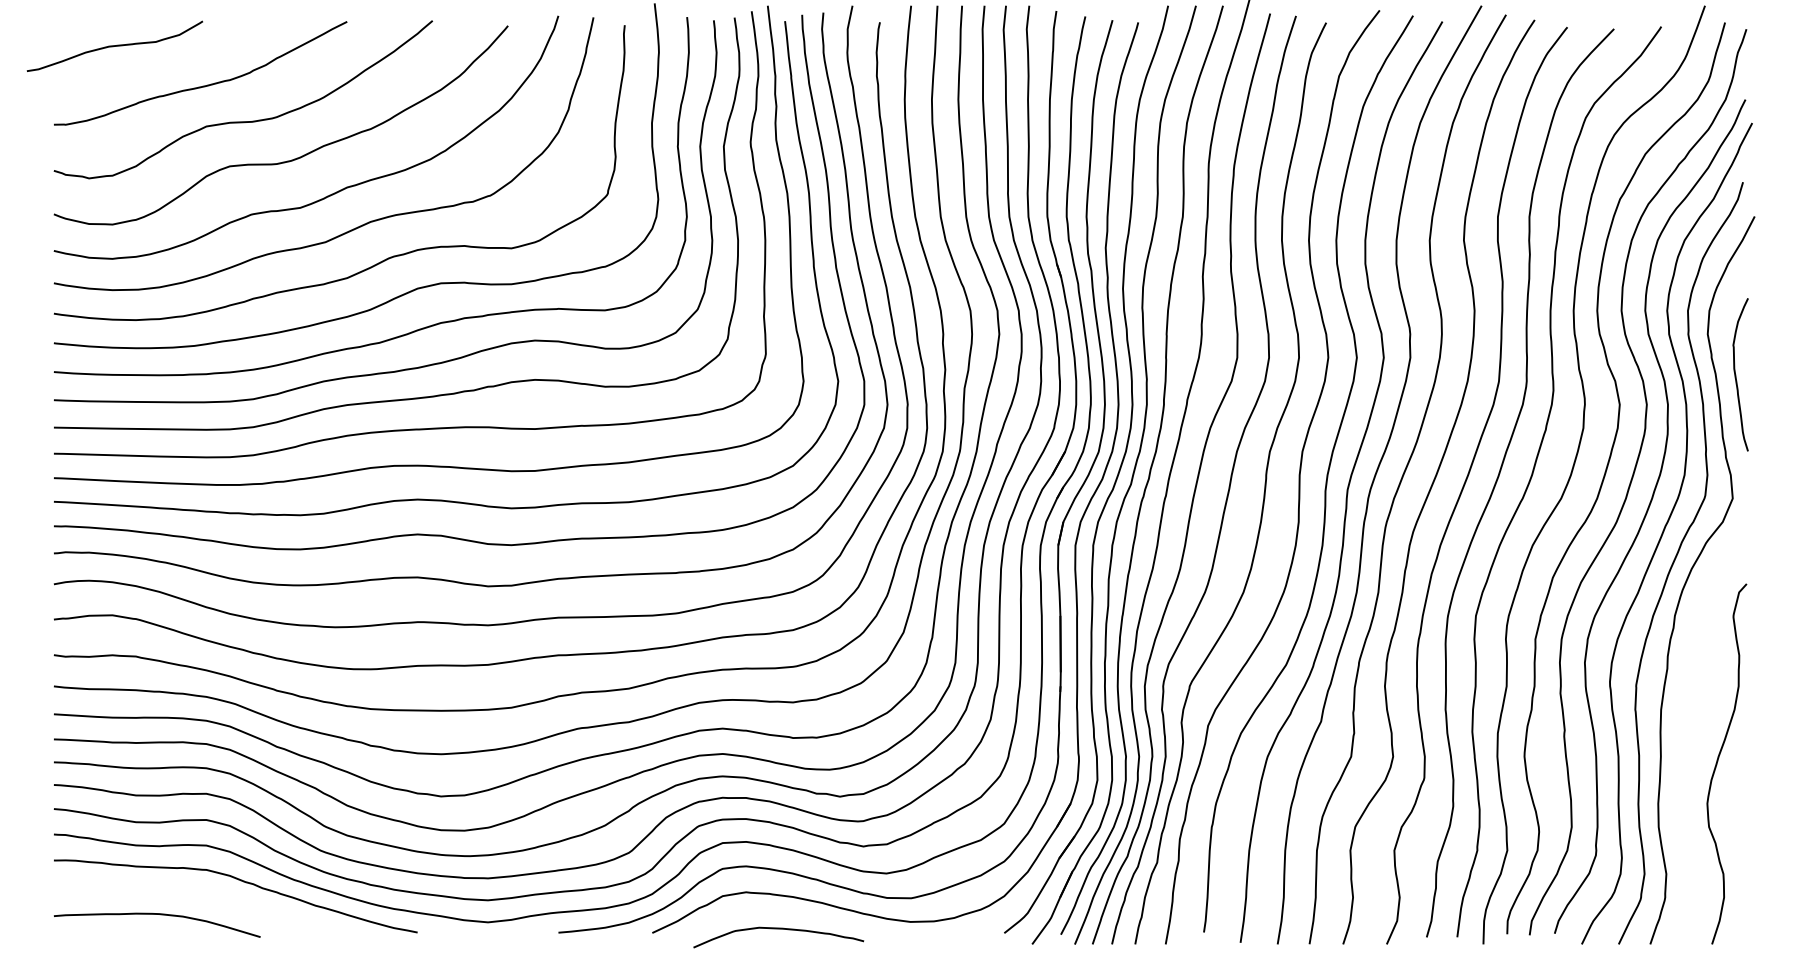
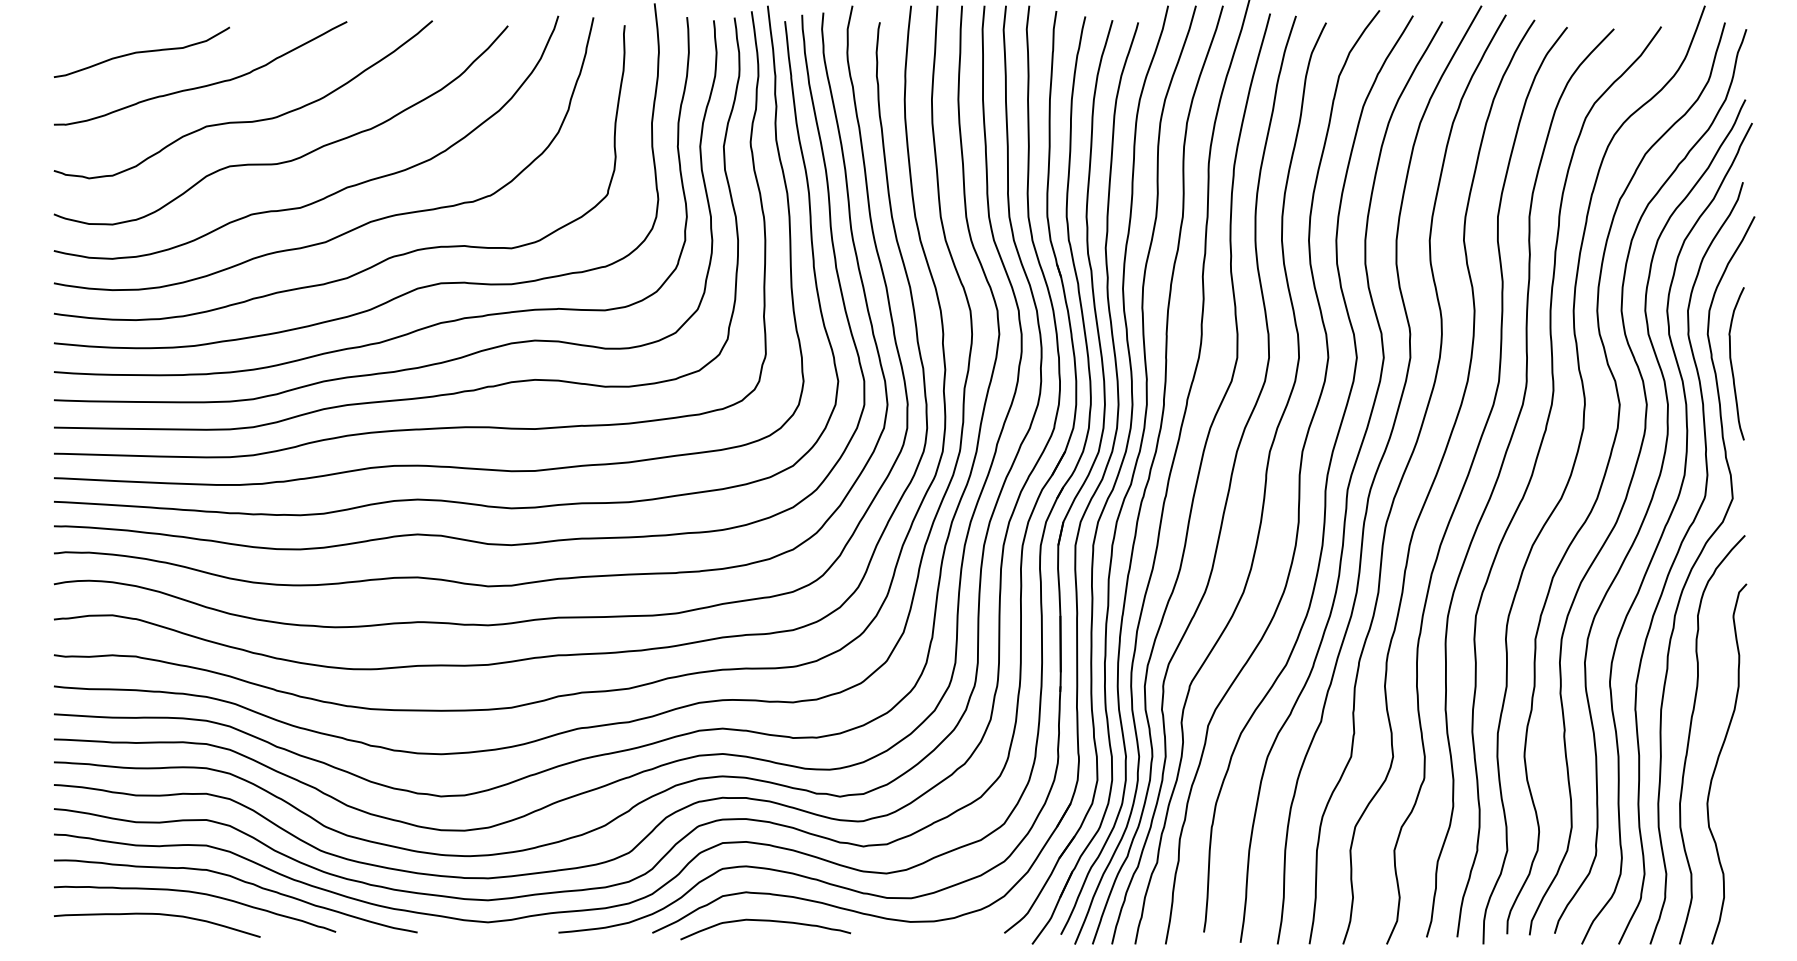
curve at (114, 45) position: (114, 45) -> (141, 51)
curve at (1736, 374) position: (1736, 374) -> (1732, 363)
curve at (1690, 735): none -> present
curve at (199, 894): none -> present
curve at (778, 929) position: (778, 929) -> (765, 921)
